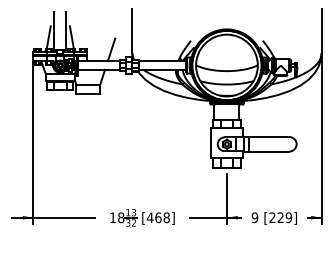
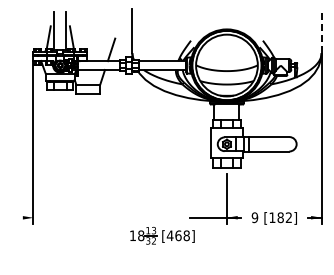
line at (321, 30): solid -> dashed
line at (53, 217): present -> none
part at (142, 217) position: (142, 217) -> (162, 235)
text at (280, 217): [229] -> [182]
